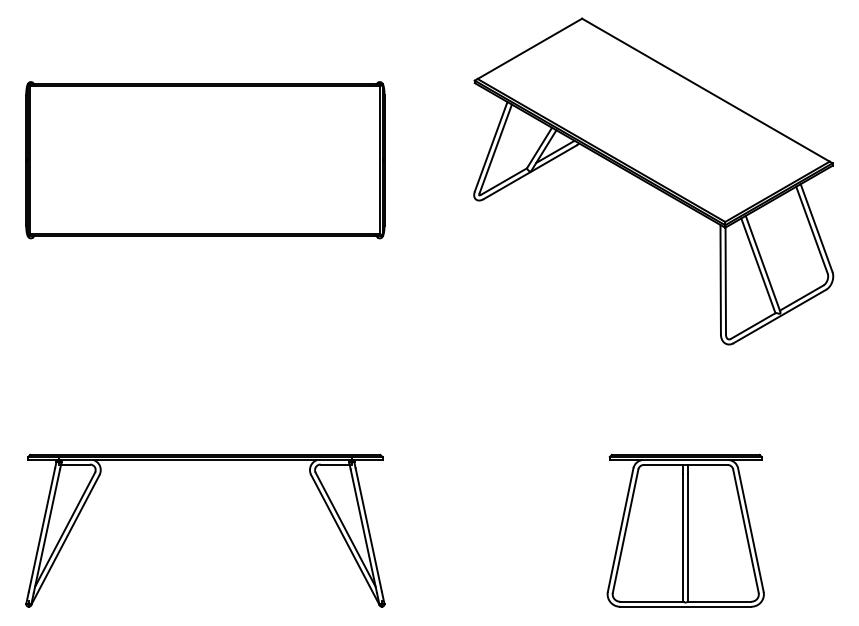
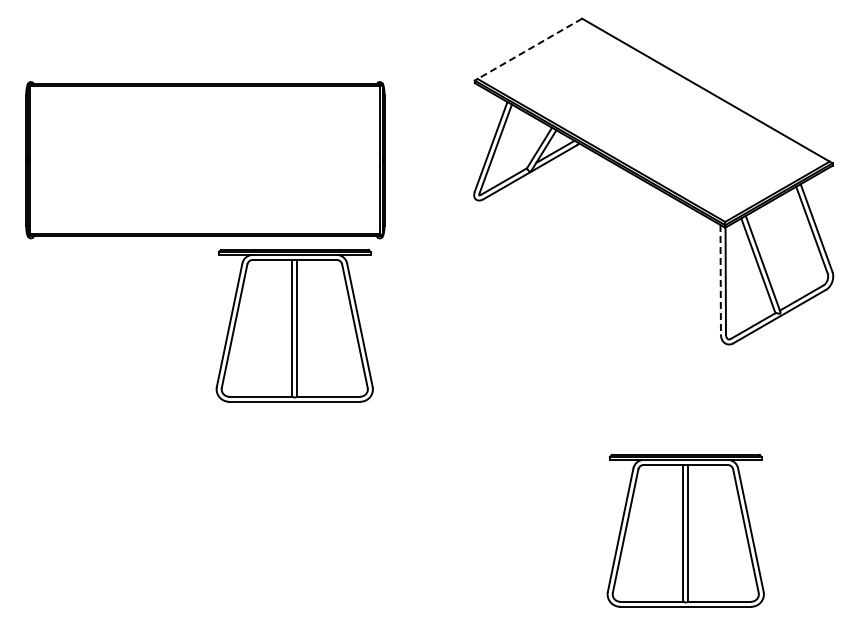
line at (529, 49): solid -> dashed
line at (720, 279): solid -> dashed
part at (294, 325): none -> present
part at (205, 460): present -> none
